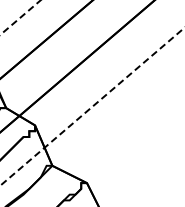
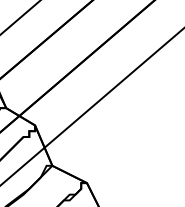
line at (20, 17): dashed -> solid
line at (93, 106): dashed -> solid
